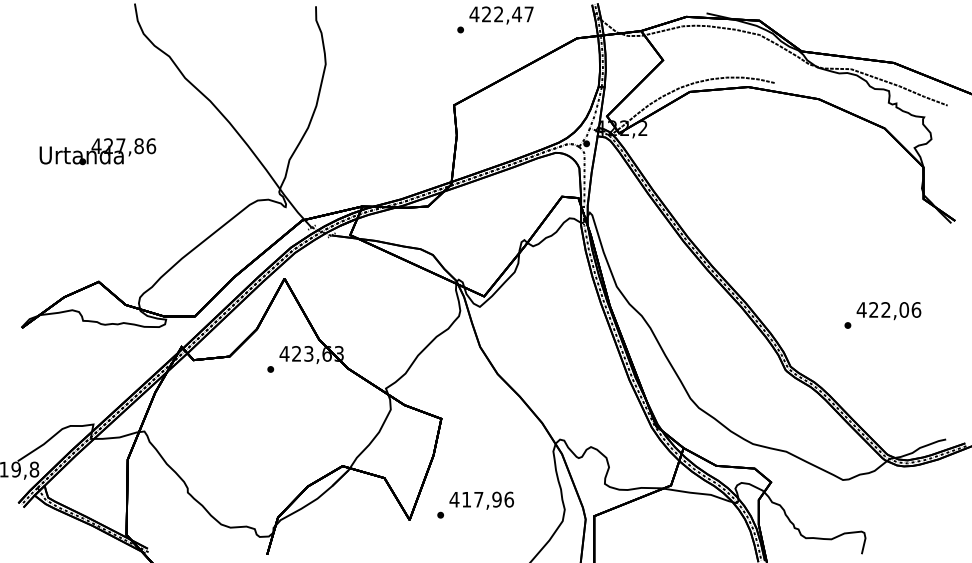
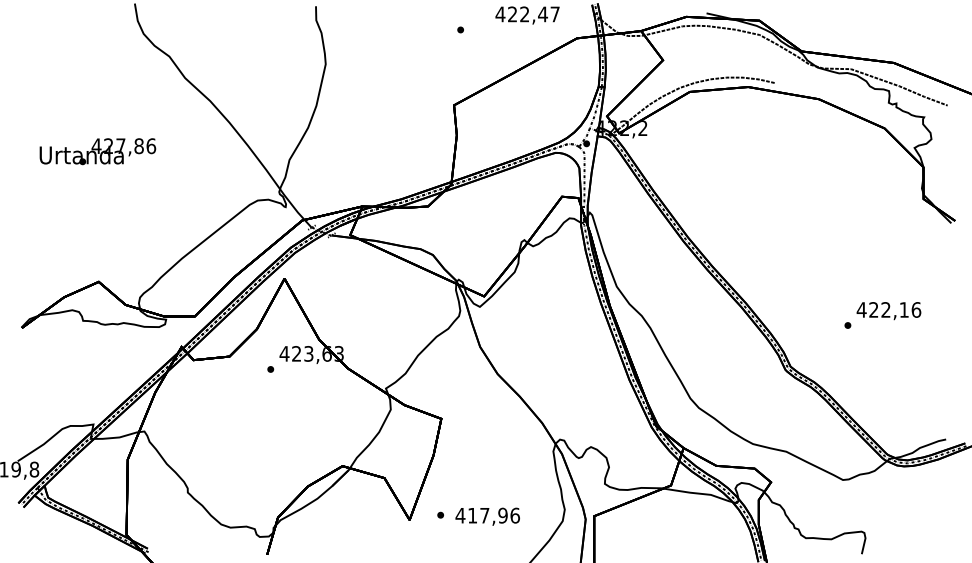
text at (501, 15) position: (501, 15) -> (527, 15)
text at (904, 309): 422,06 -> 422,16
text at (481, 500) position: (481, 500) -> (487, 516)
